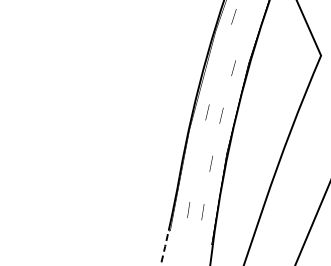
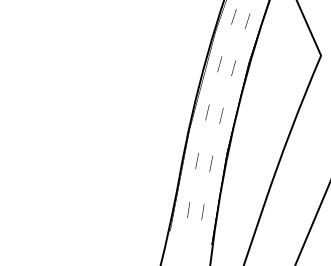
line at (247, 20): none -> present
line at (219, 64): none -> present
line at (197, 160): none -> present
arc at (164, 247): dashed -> solid
